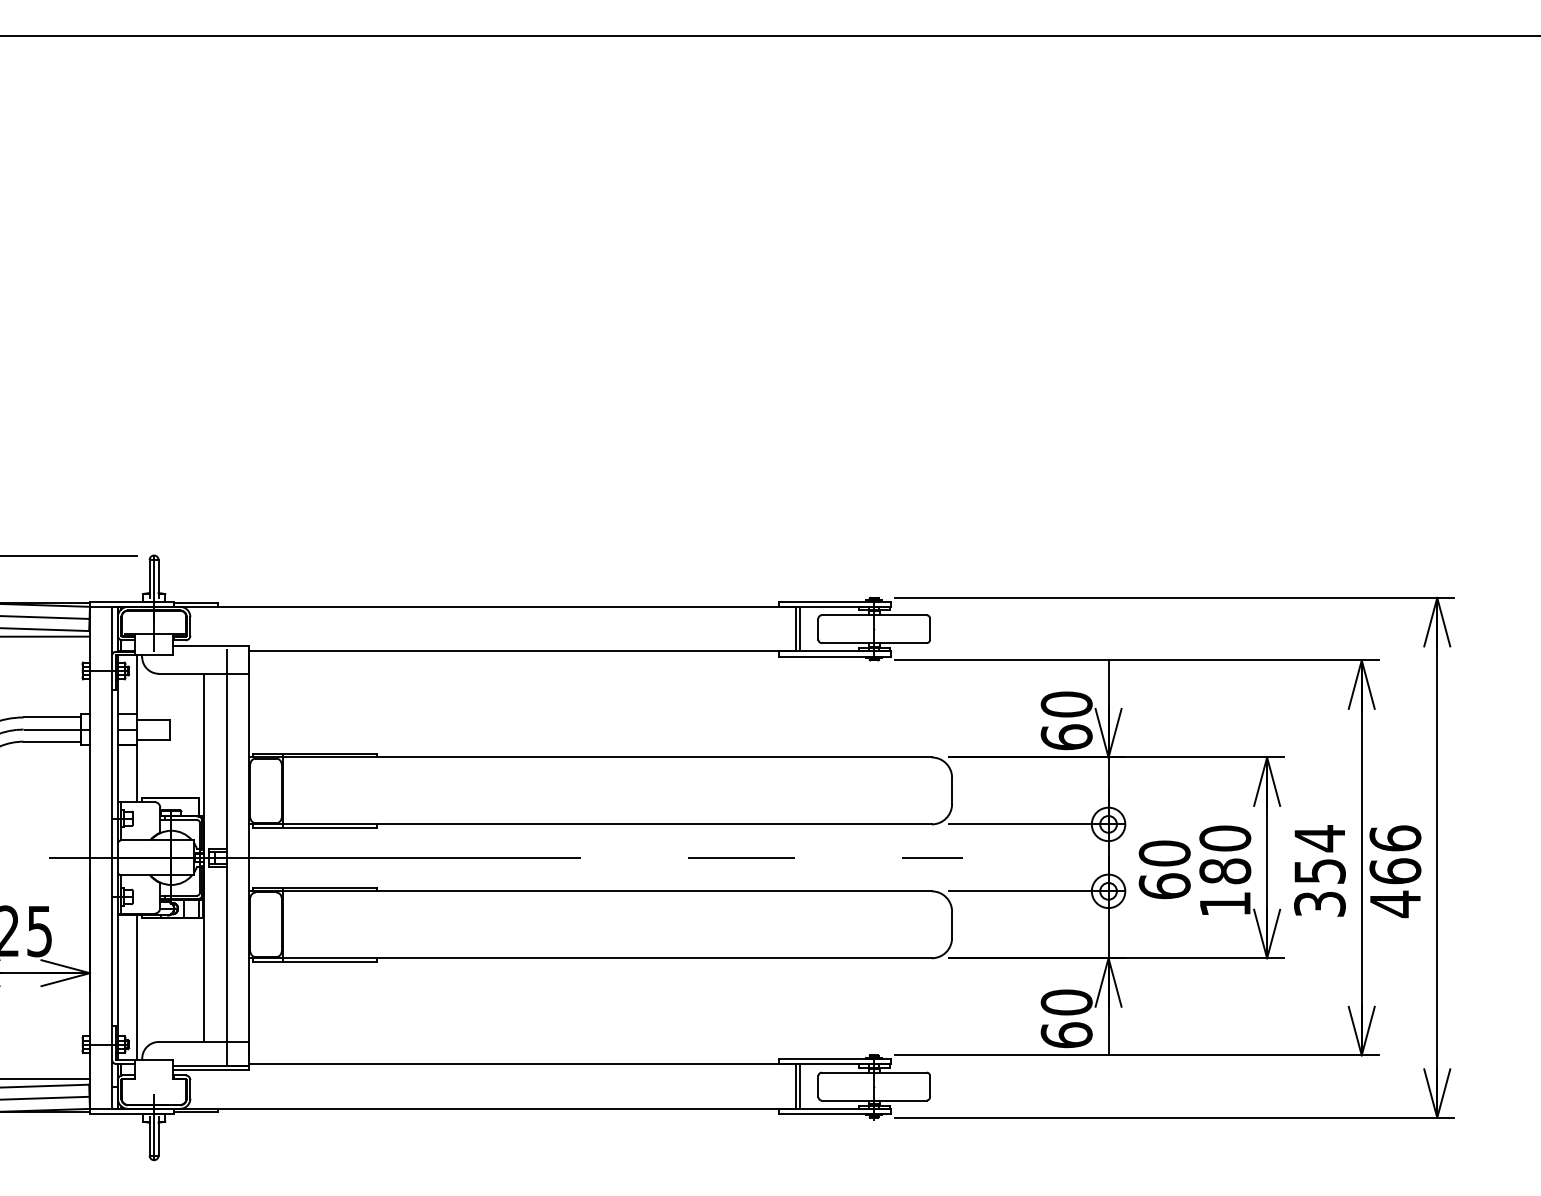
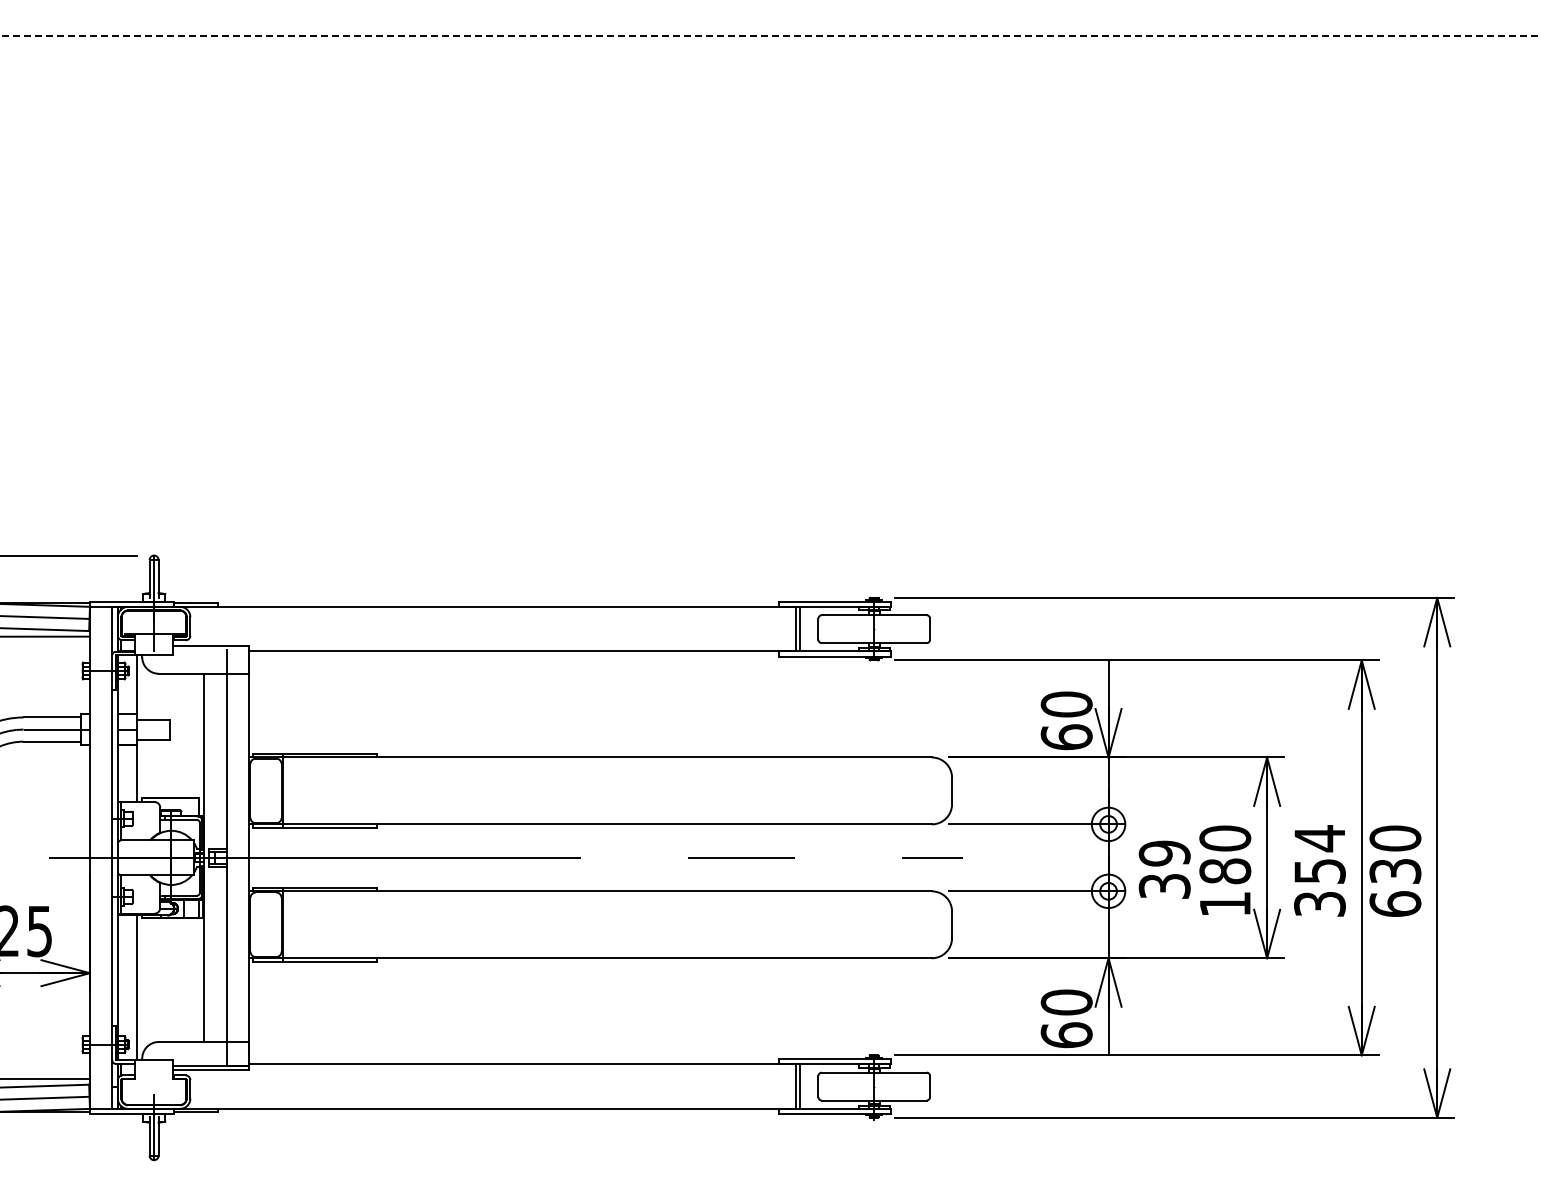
line at (770, 35): solid -> dashed
text at (1164, 869): 60 -> 39
text at (1395, 871): 466 -> 630
